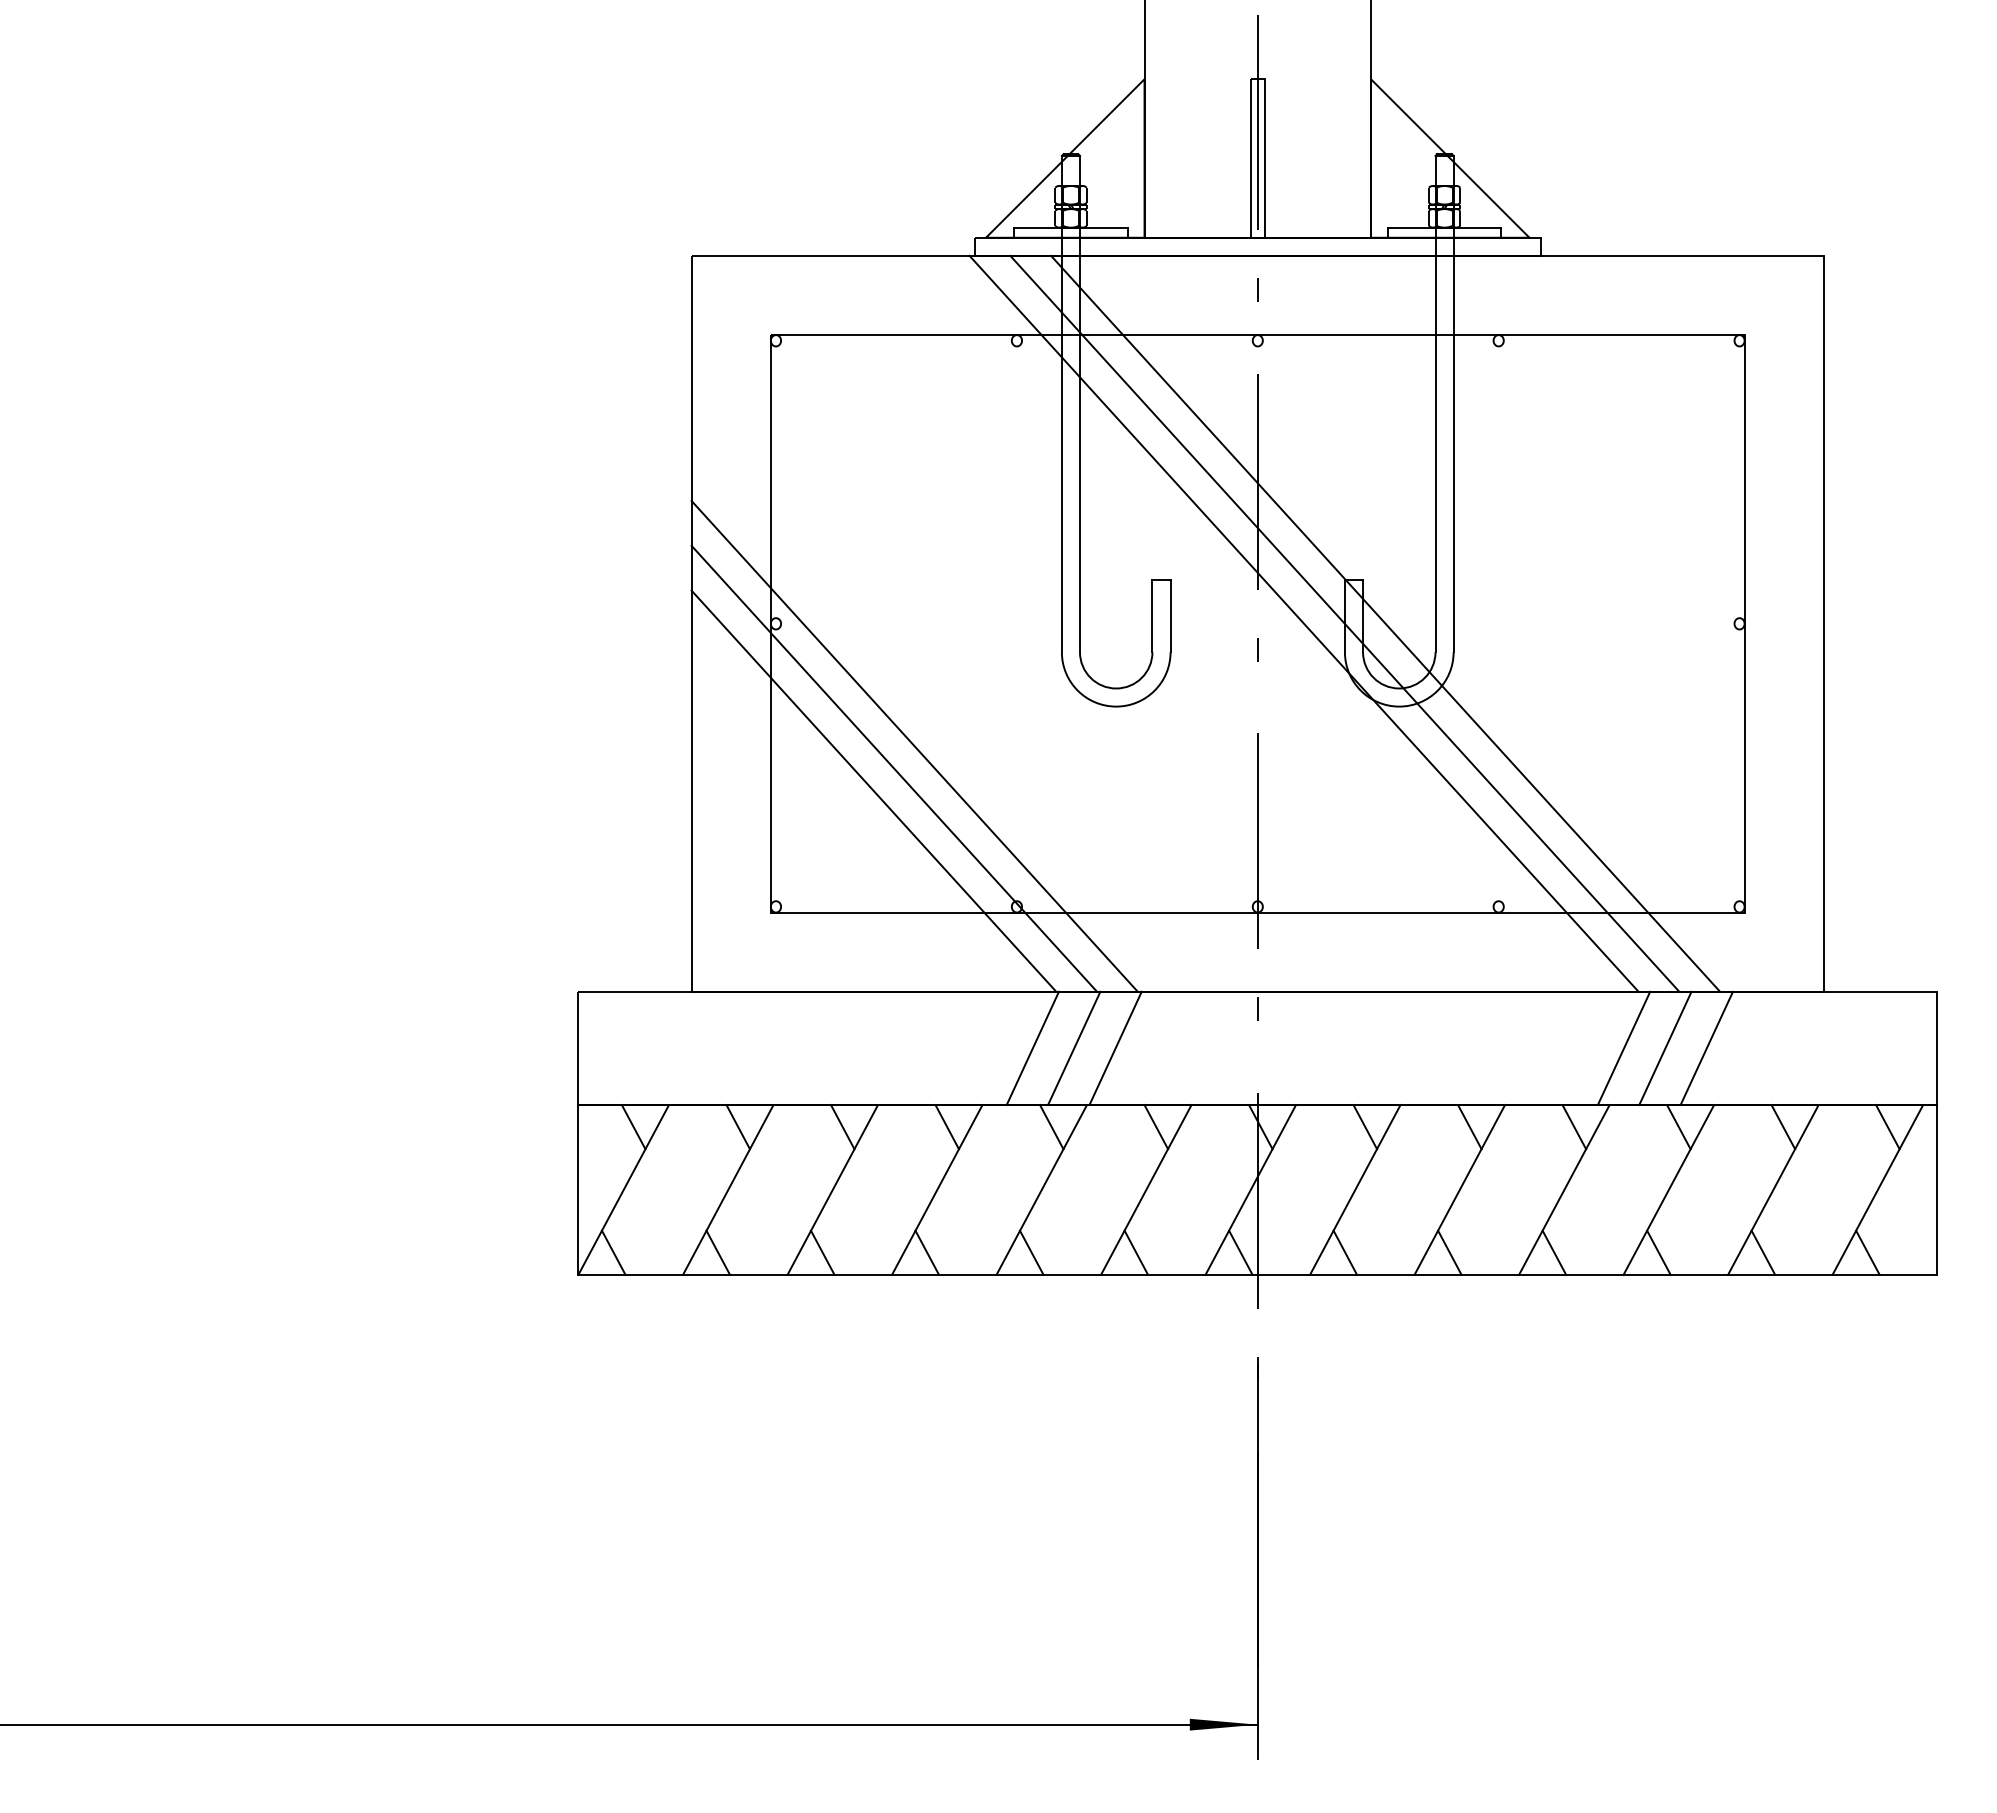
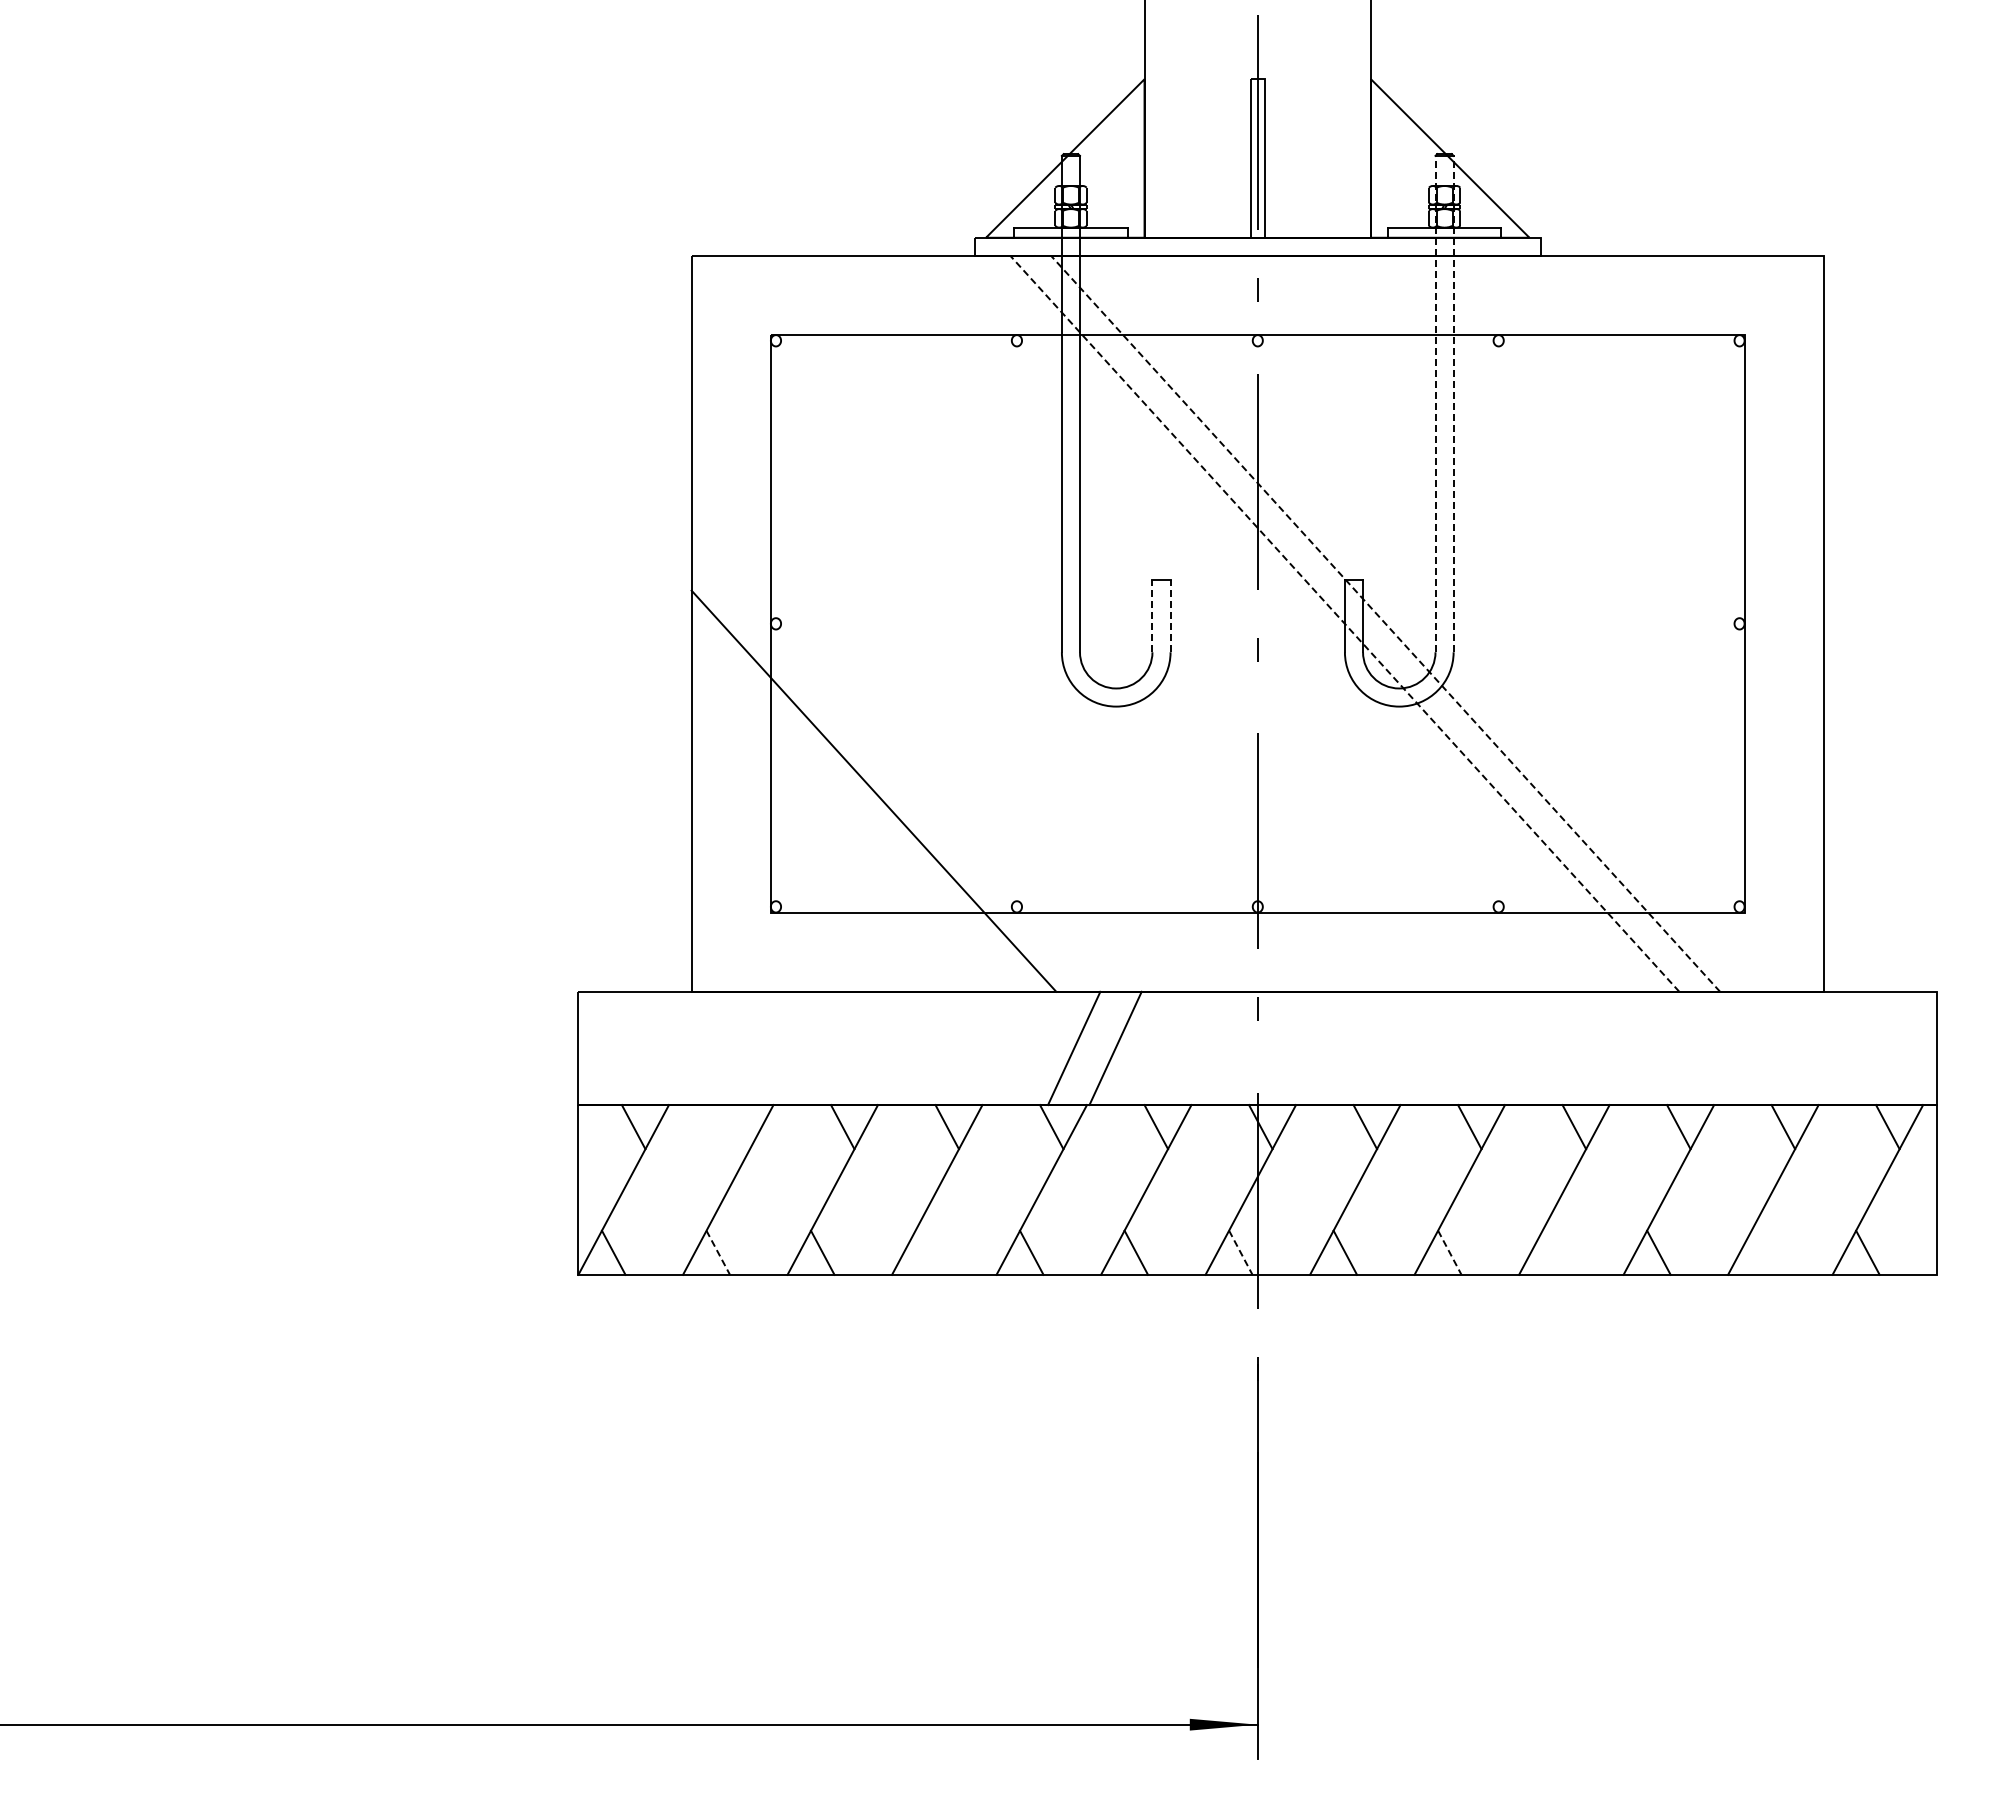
line at (1435, 403): solid -> dashed
line at (1453, 403): solid -> dashed
line at (1152, 615): solid -> dashed
line at (1170, 615): solid -> dashed
line at (1303, 623): present -> none
line at (1344, 623): solid -> dashed
line at (1385, 623): solid -> dashed
line at (914, 746): present -> none
line at (894, 768): present -> none
line at (1032, 1048): present -> none
line at (1623, 1048): present -> none
line at (1665, 1048): present -> none
line at (1706, 1048): present -> none
line at (737, 1127): present -> none
line at (927, 1252): present -> none
line at (1240, 1252): solid -> dashed
line at (1449, 1252): solid -> dashed
line at (1554, 1252): present -> none
line at (1763, 1252): present -> none
line at (718, 1253): solid -> dashed
